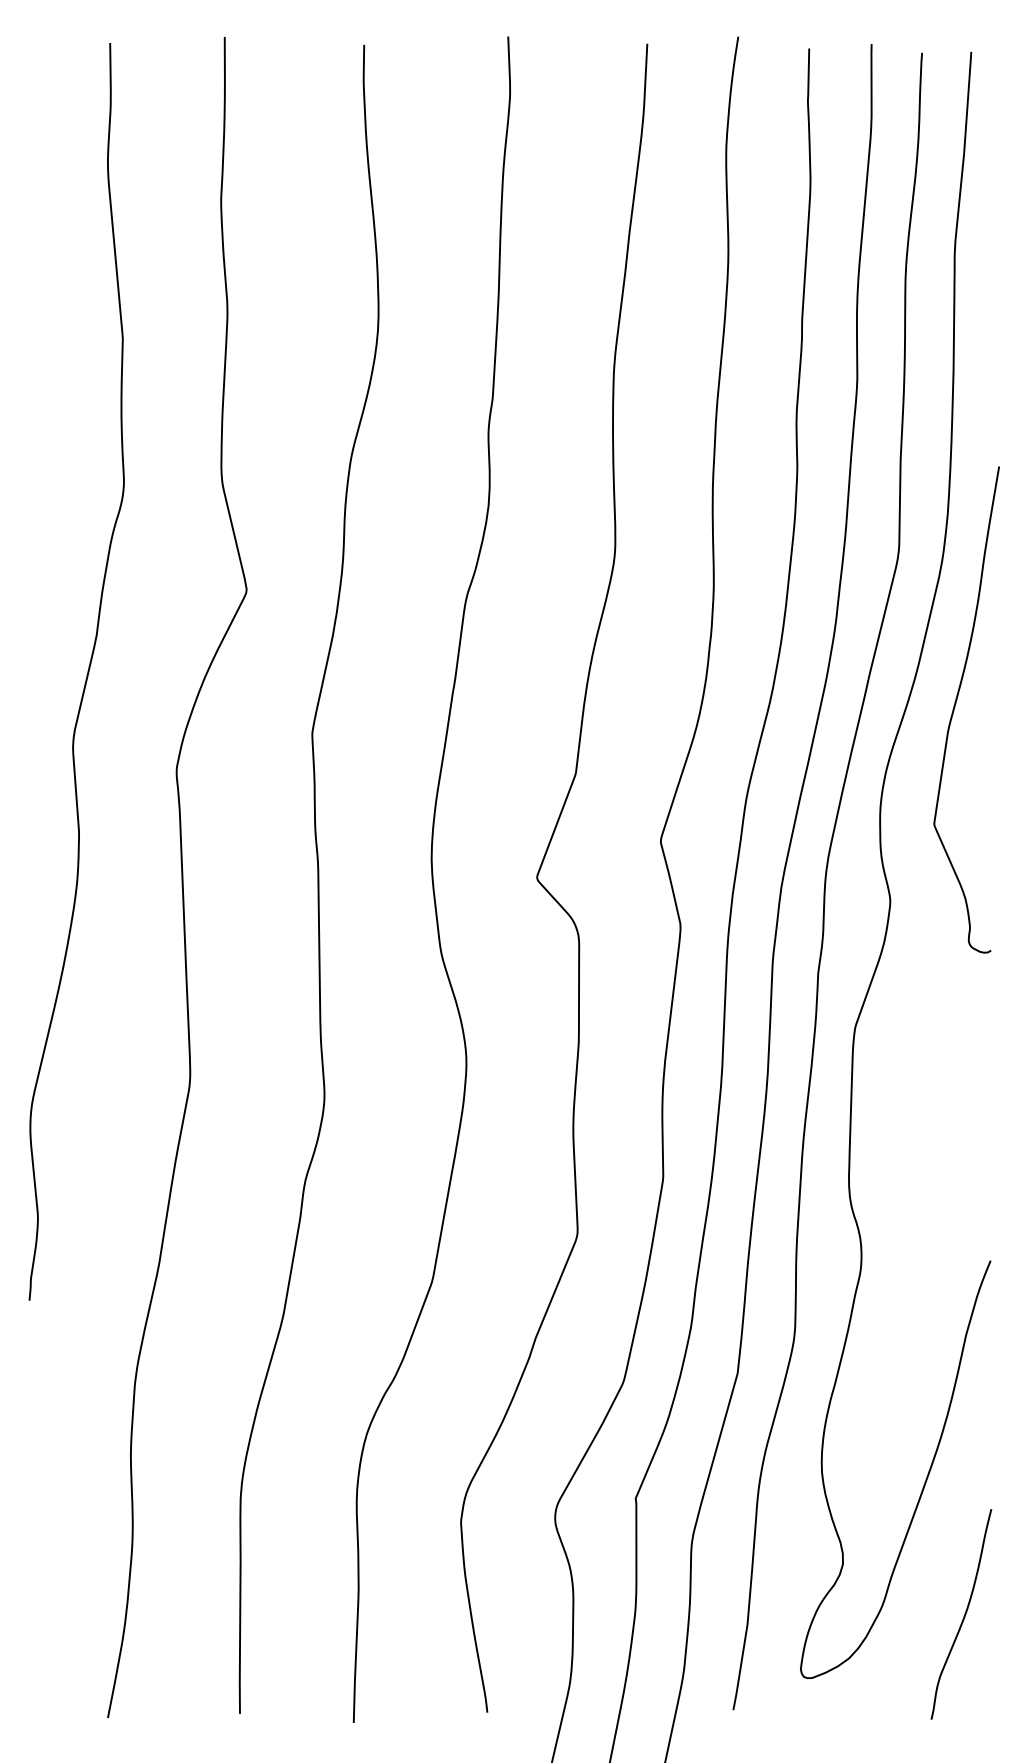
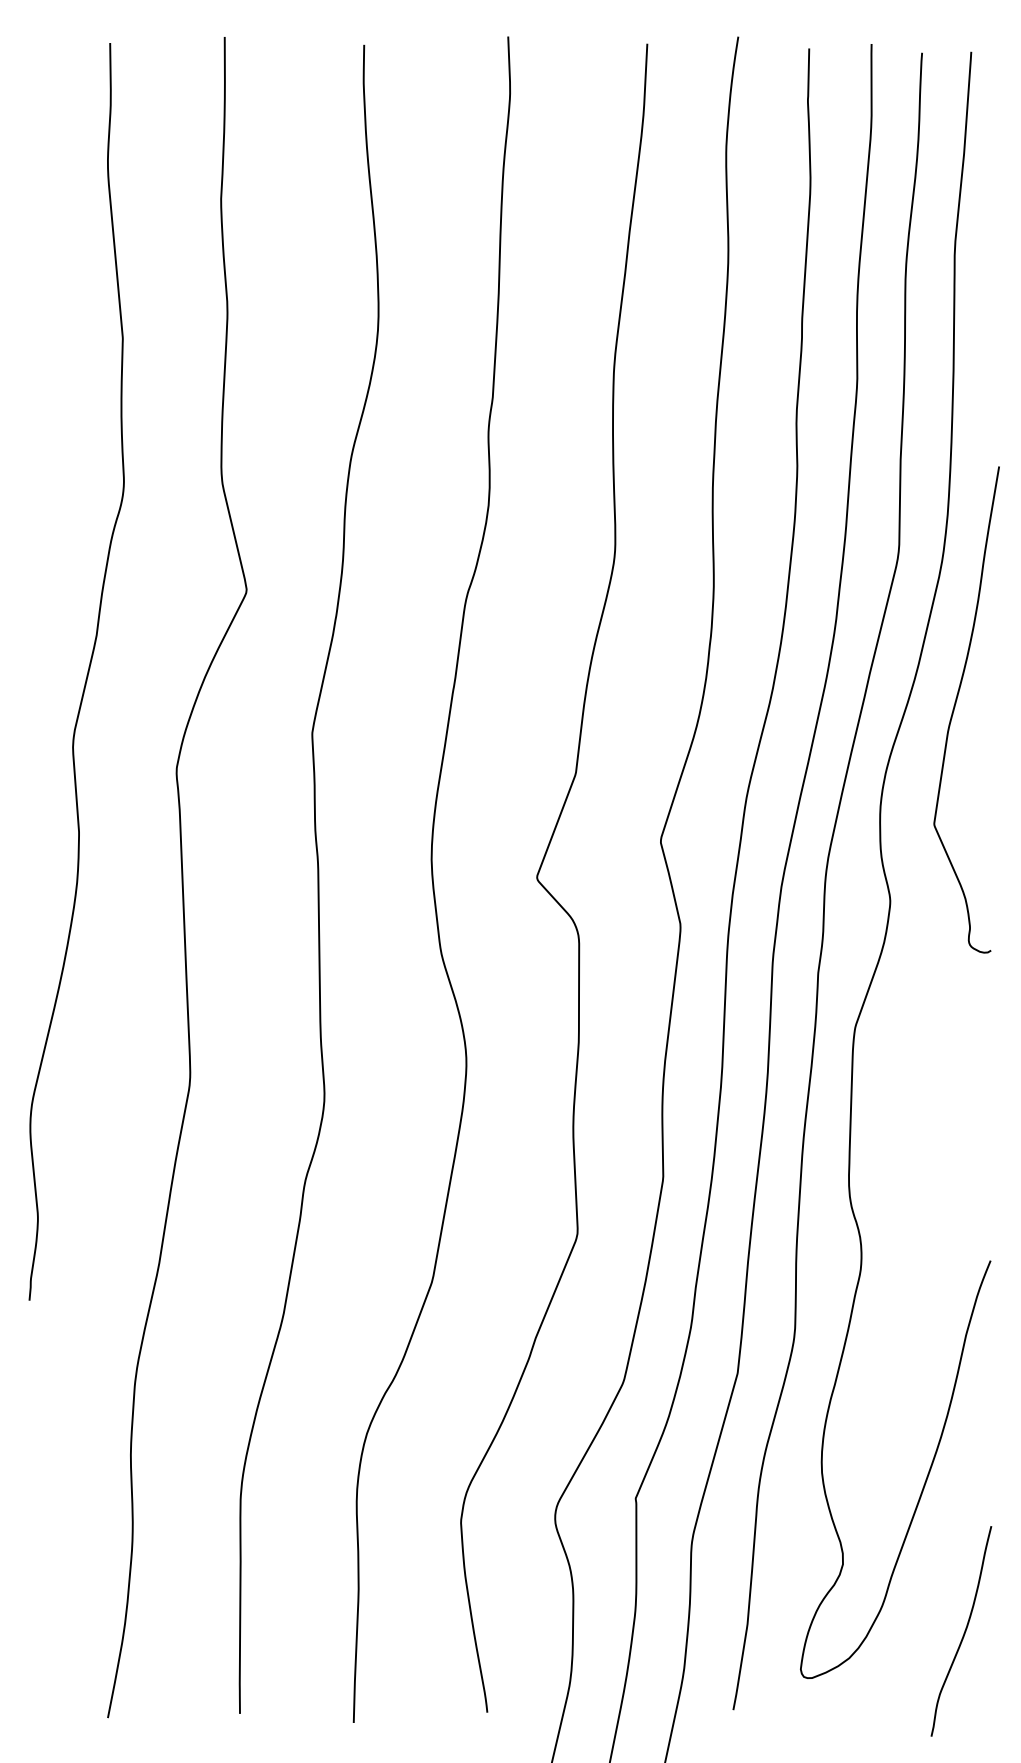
curve at (963, 1616) position: (963, 1616) -> (963, 1633)
